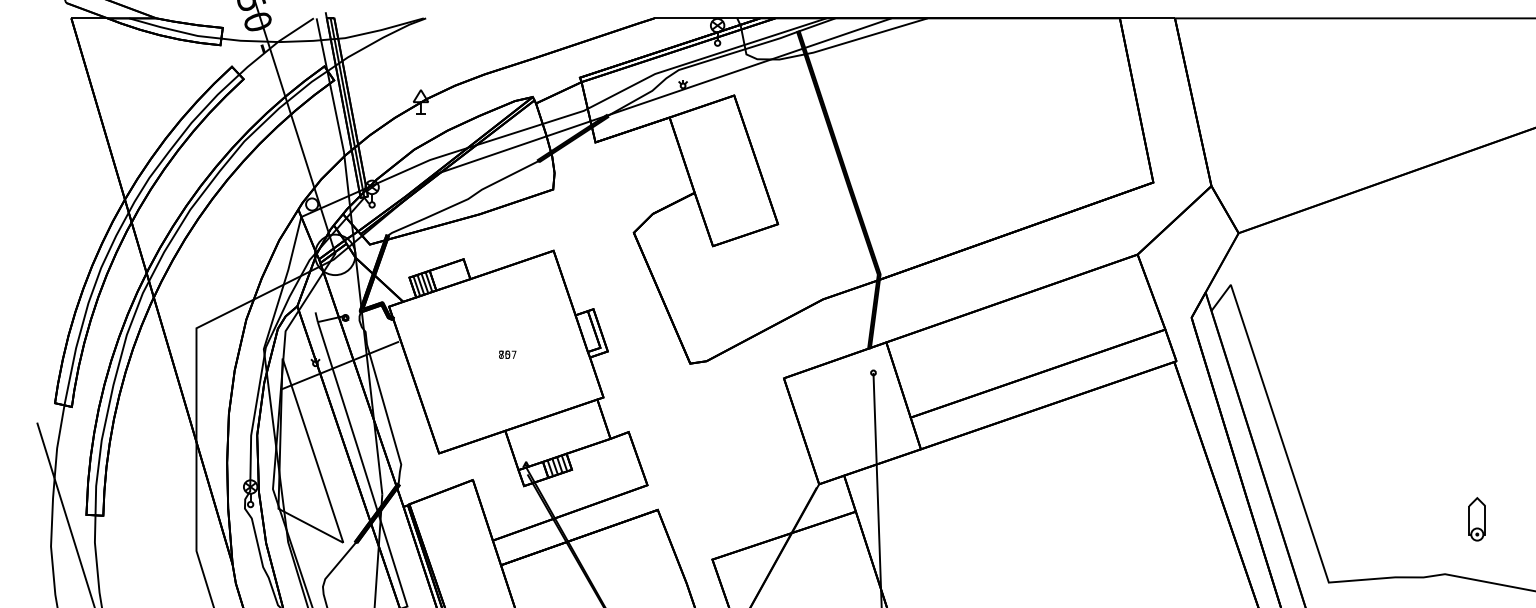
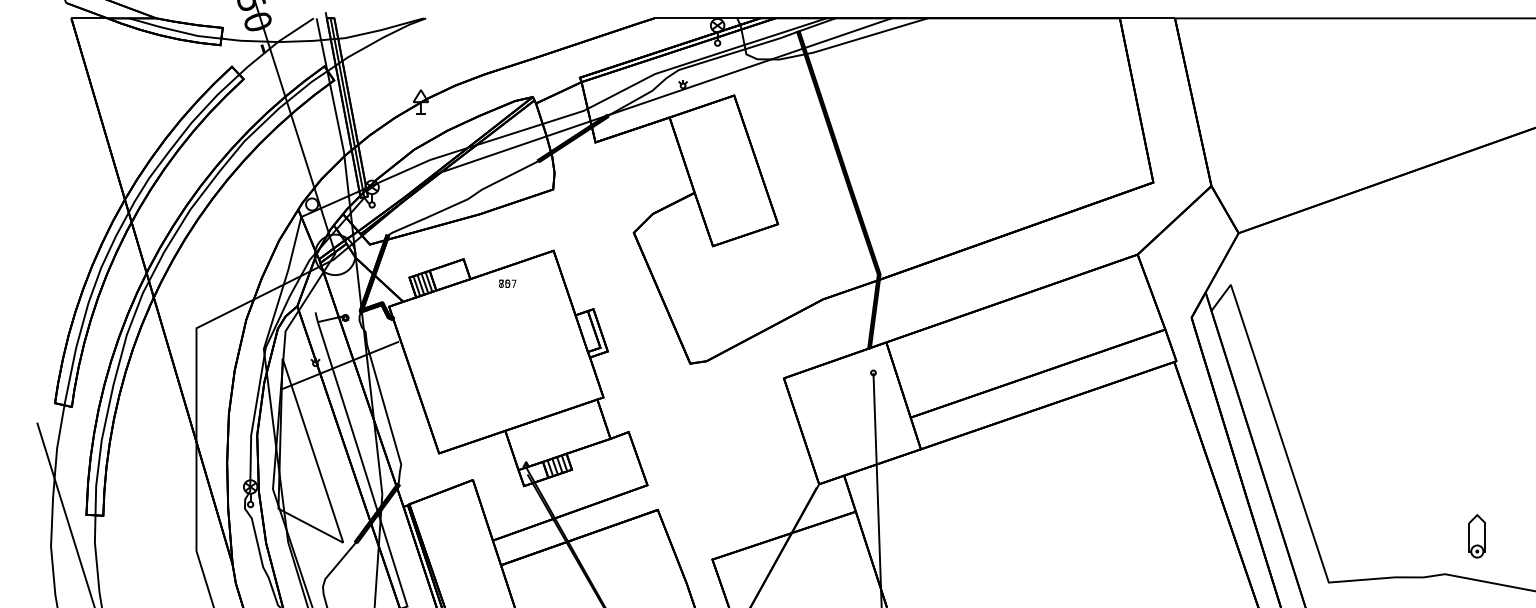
text at (507, 354) position: (507, 354) -> (507, 283)
part at (1476, 519) position: (1476, 519) -> (1476, 536)
